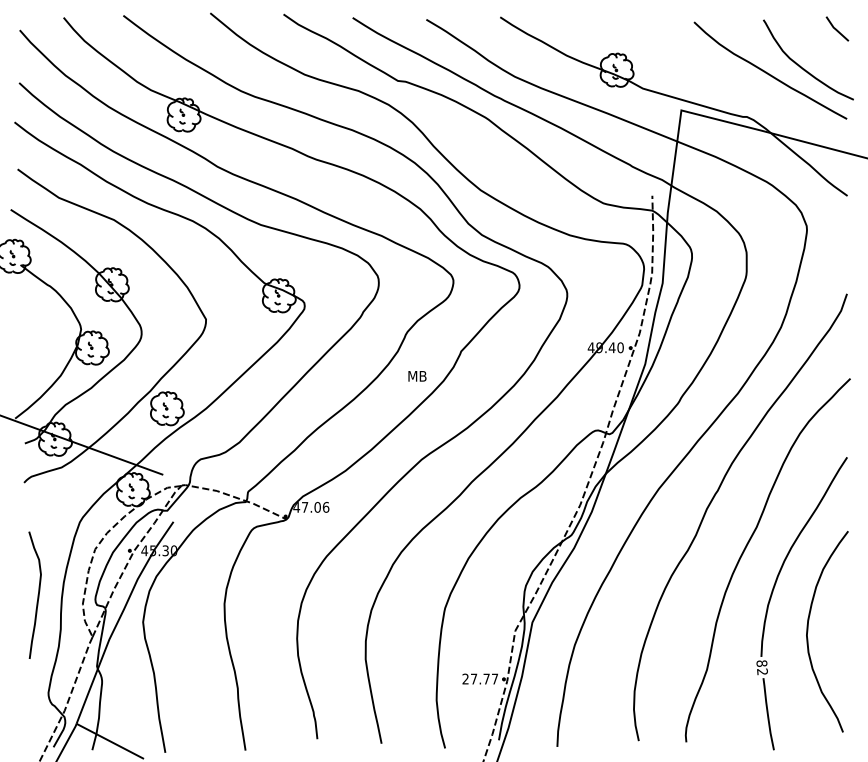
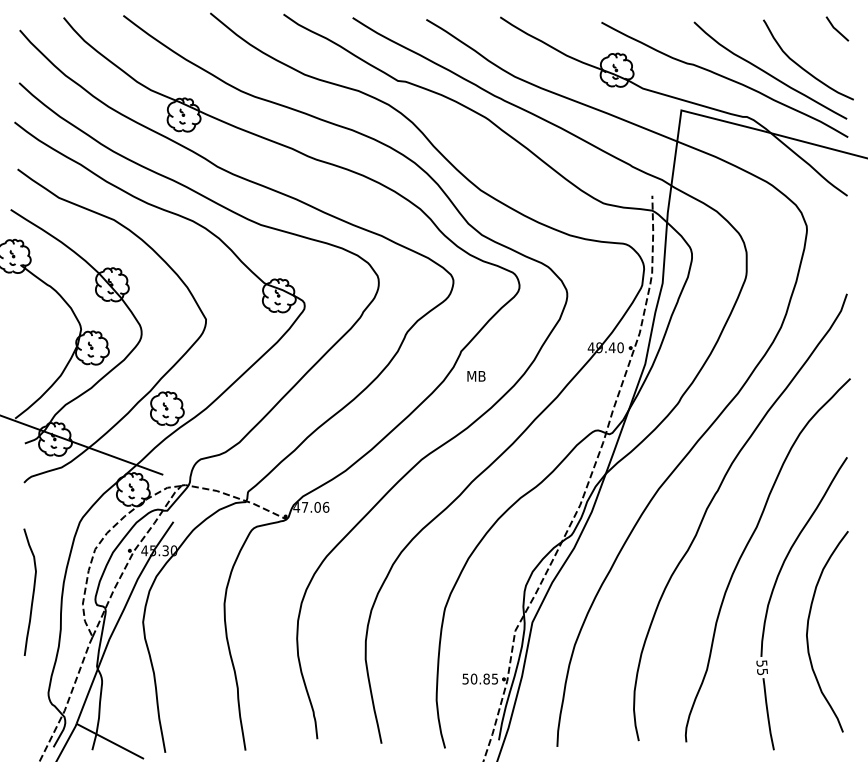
curve at (724, 78): none -> present
text at (417, 376) position: (417, 376) -> (476, 376)
curve at (37, 594) position: (37, 594) -> (32, 591)
text at (761, 667): 82 -> 55
text at (480, 678): 27.77 -> 50.85
